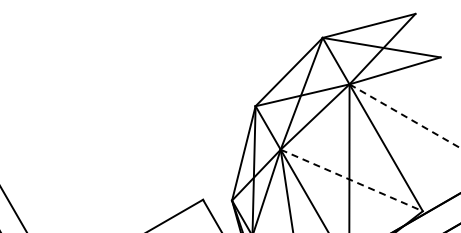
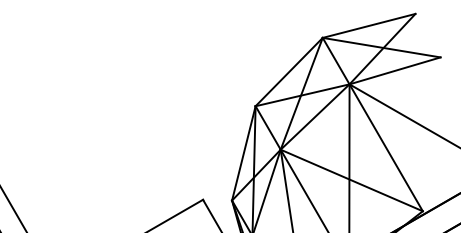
line at (405, 116): dashed -> solid
line at (352, 180): dashed -> solid
